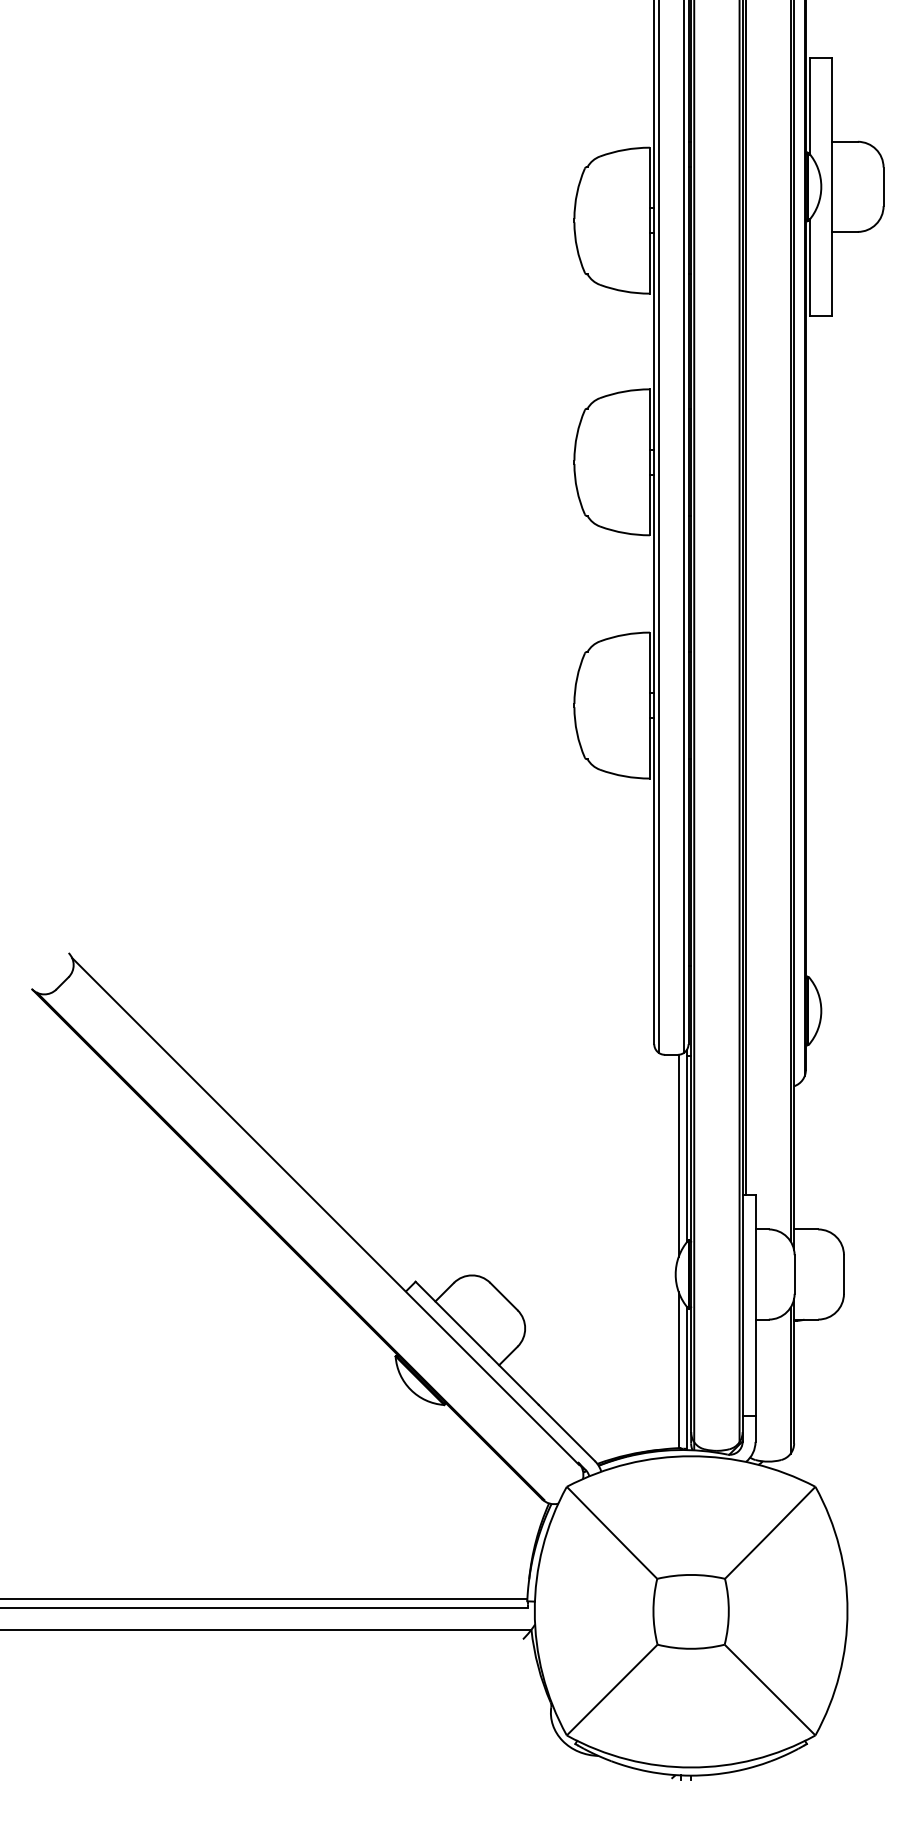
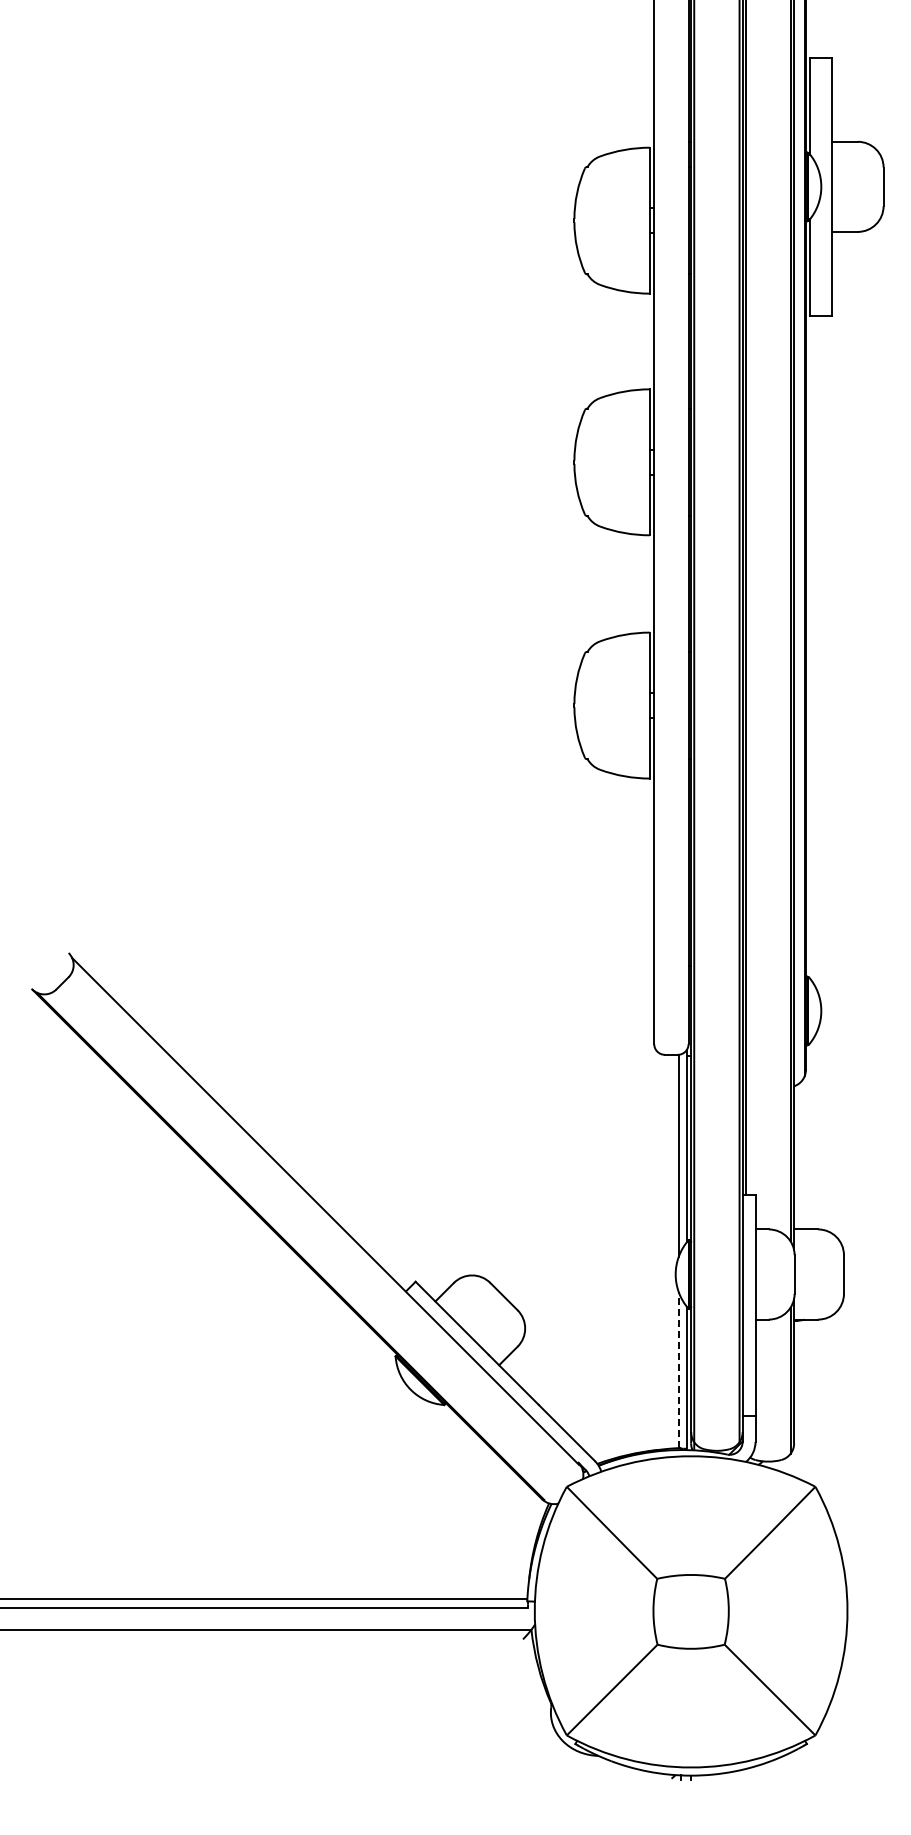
line at (658, 527): present -> none
line at (684, 527): present -> none
line at (678, 1369): solid -> dashed
